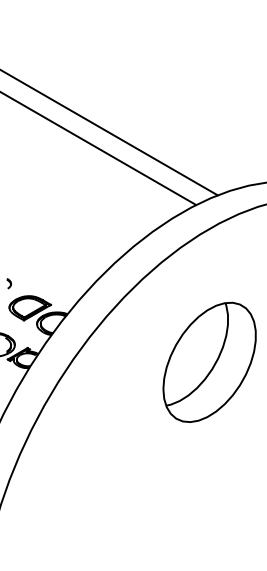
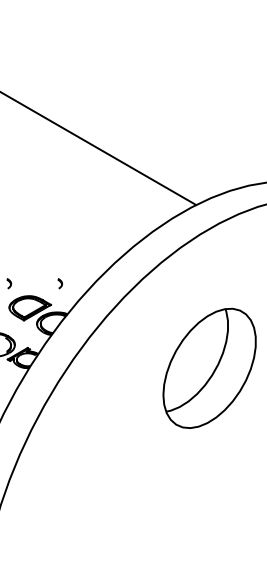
line at (109, 132): present -> none
part at (60, 283): none -> present
part at (209, 361) position: (209, 361) -> (209, 367)
